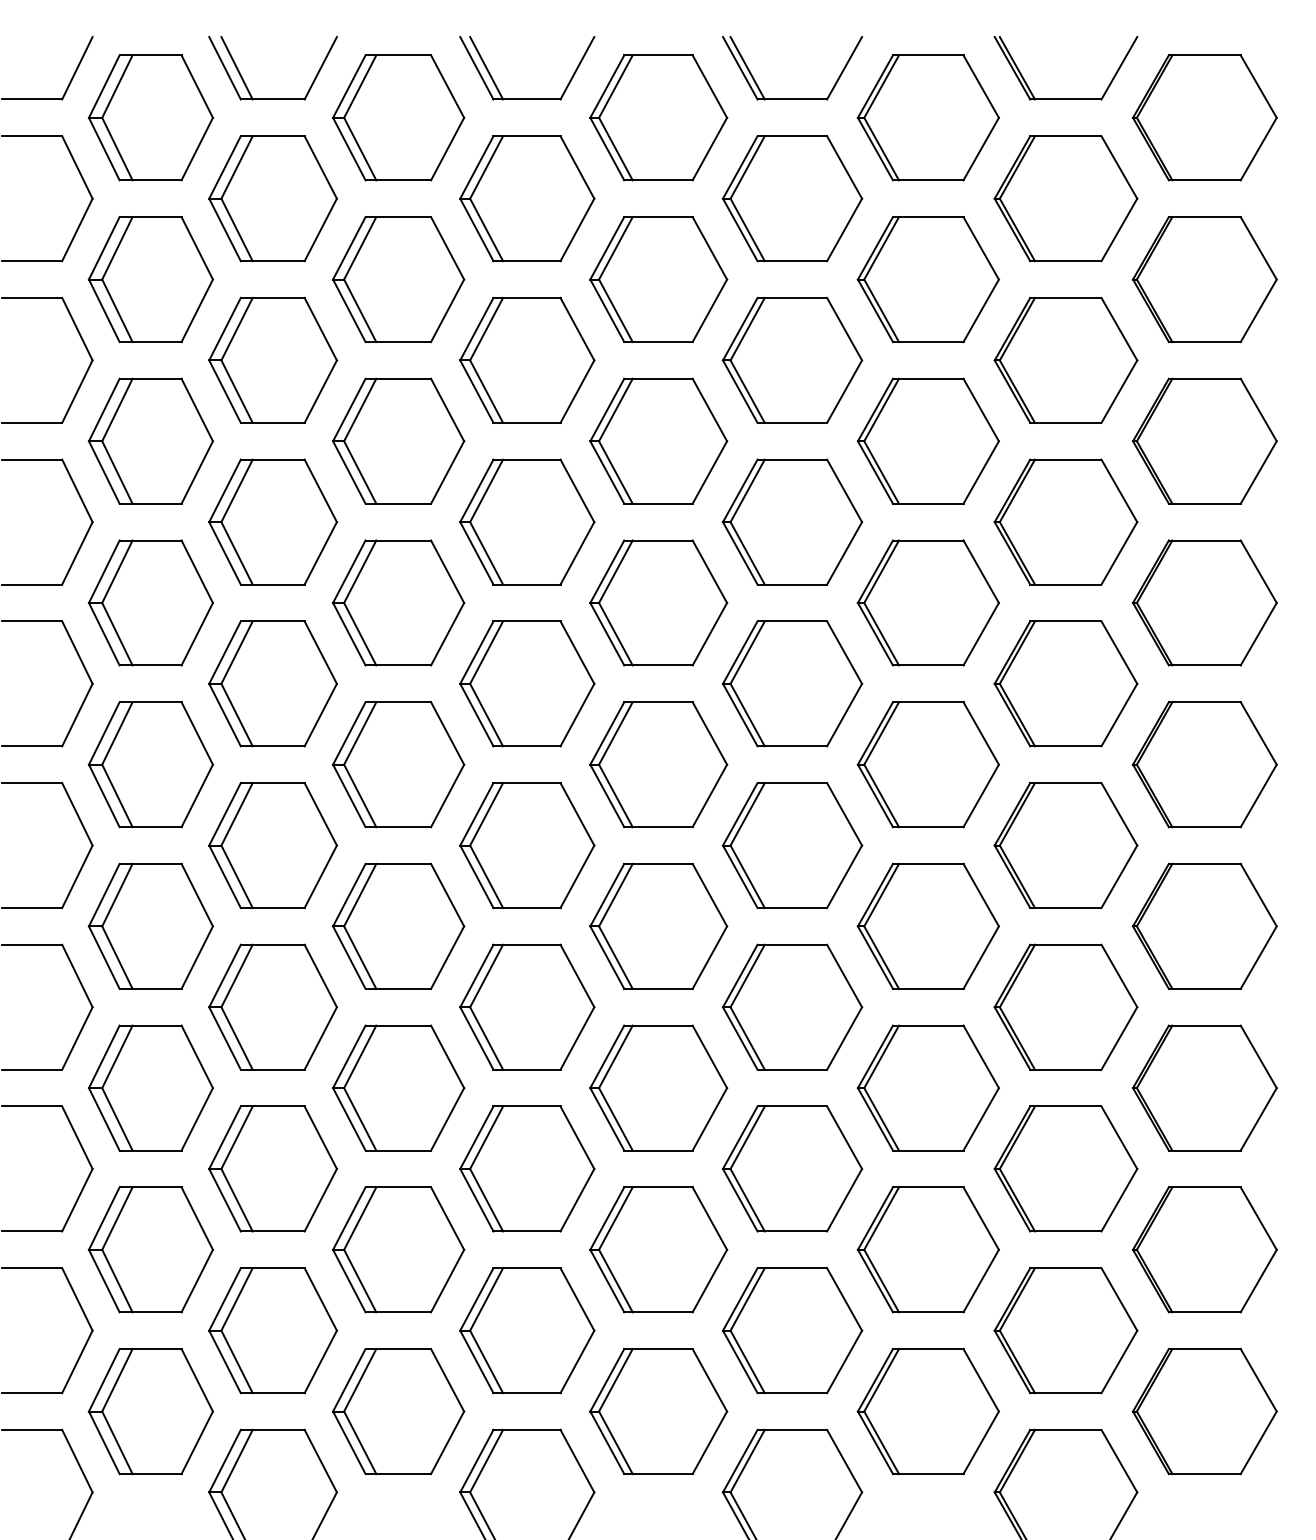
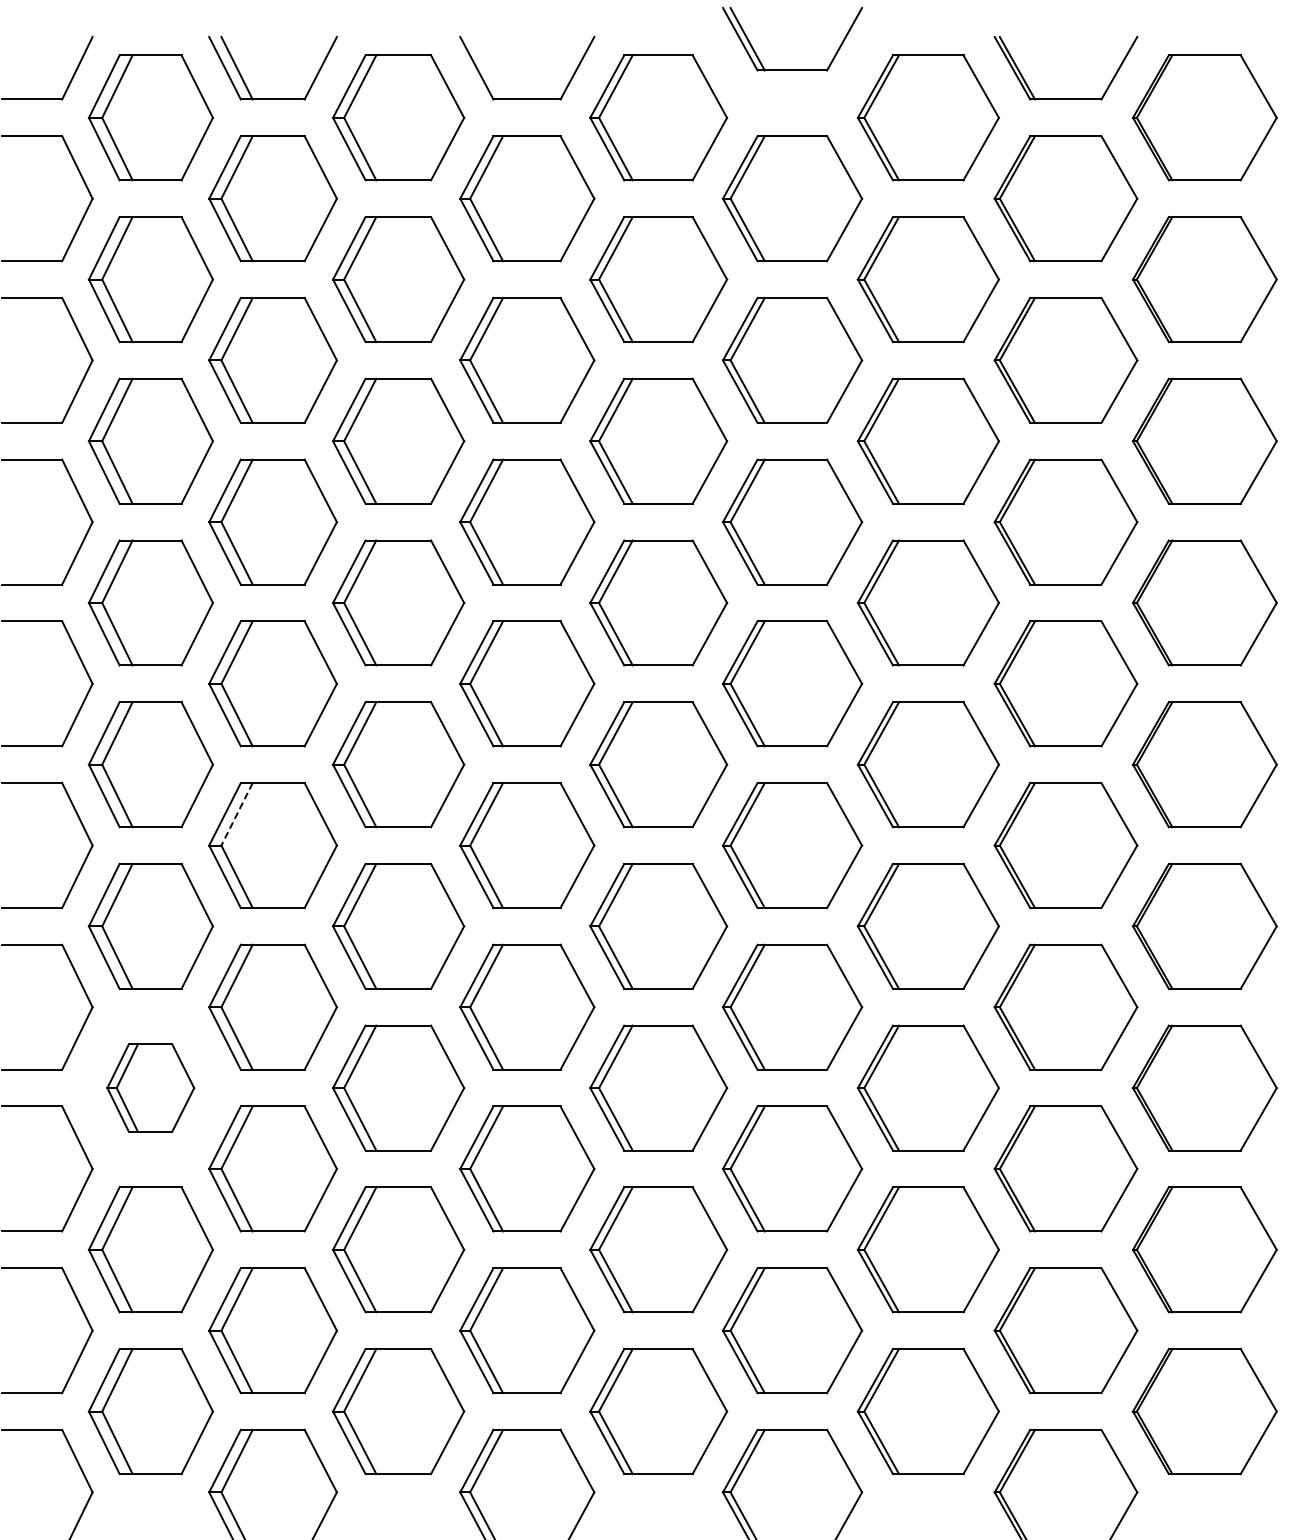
line at (486, 68): present -> none
part at (792, 98) position: (792, 98) -> (792, 69)
line at (237, 814): solid -> dashed
part at (150, 1087) size: 127x128 px -> 90x90 px
